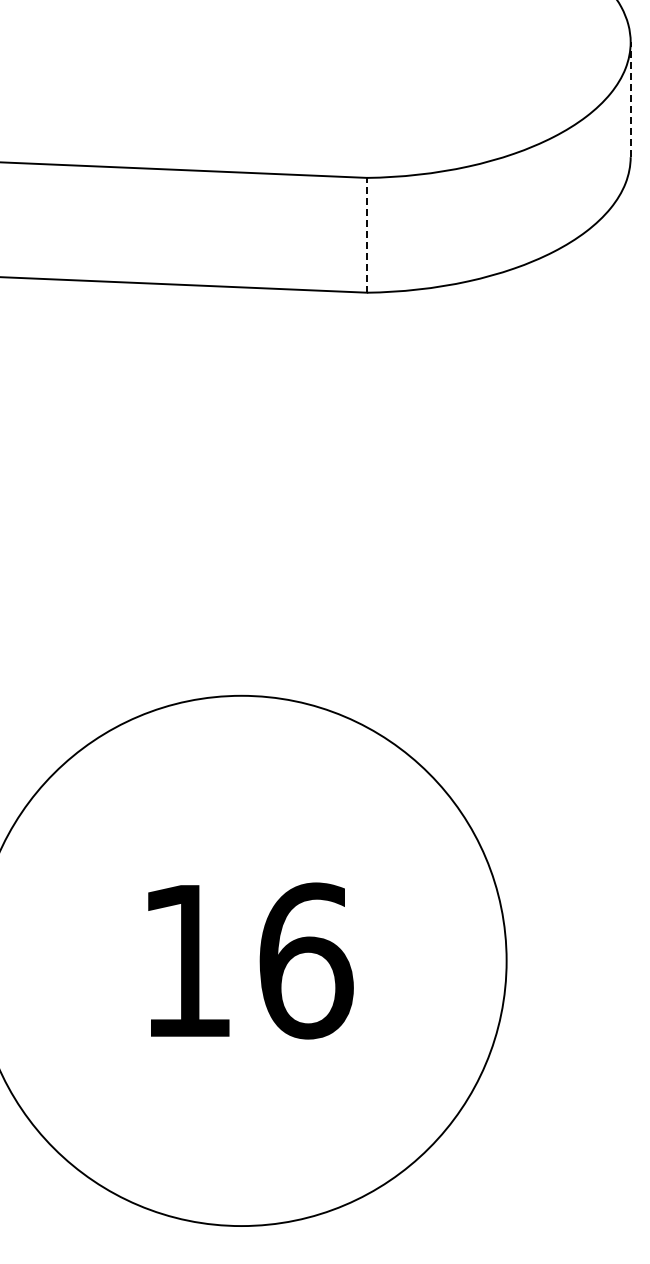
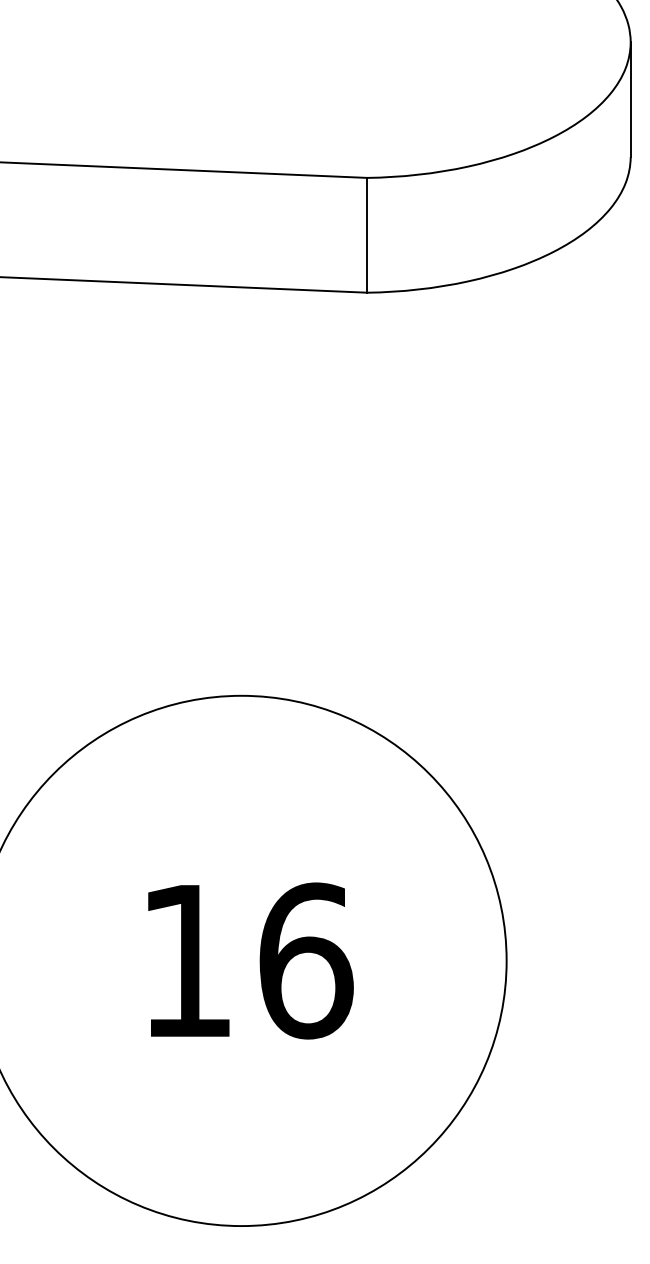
line at (630, 99): dashed -> solid
line at (367, 234): dashed -> solid
